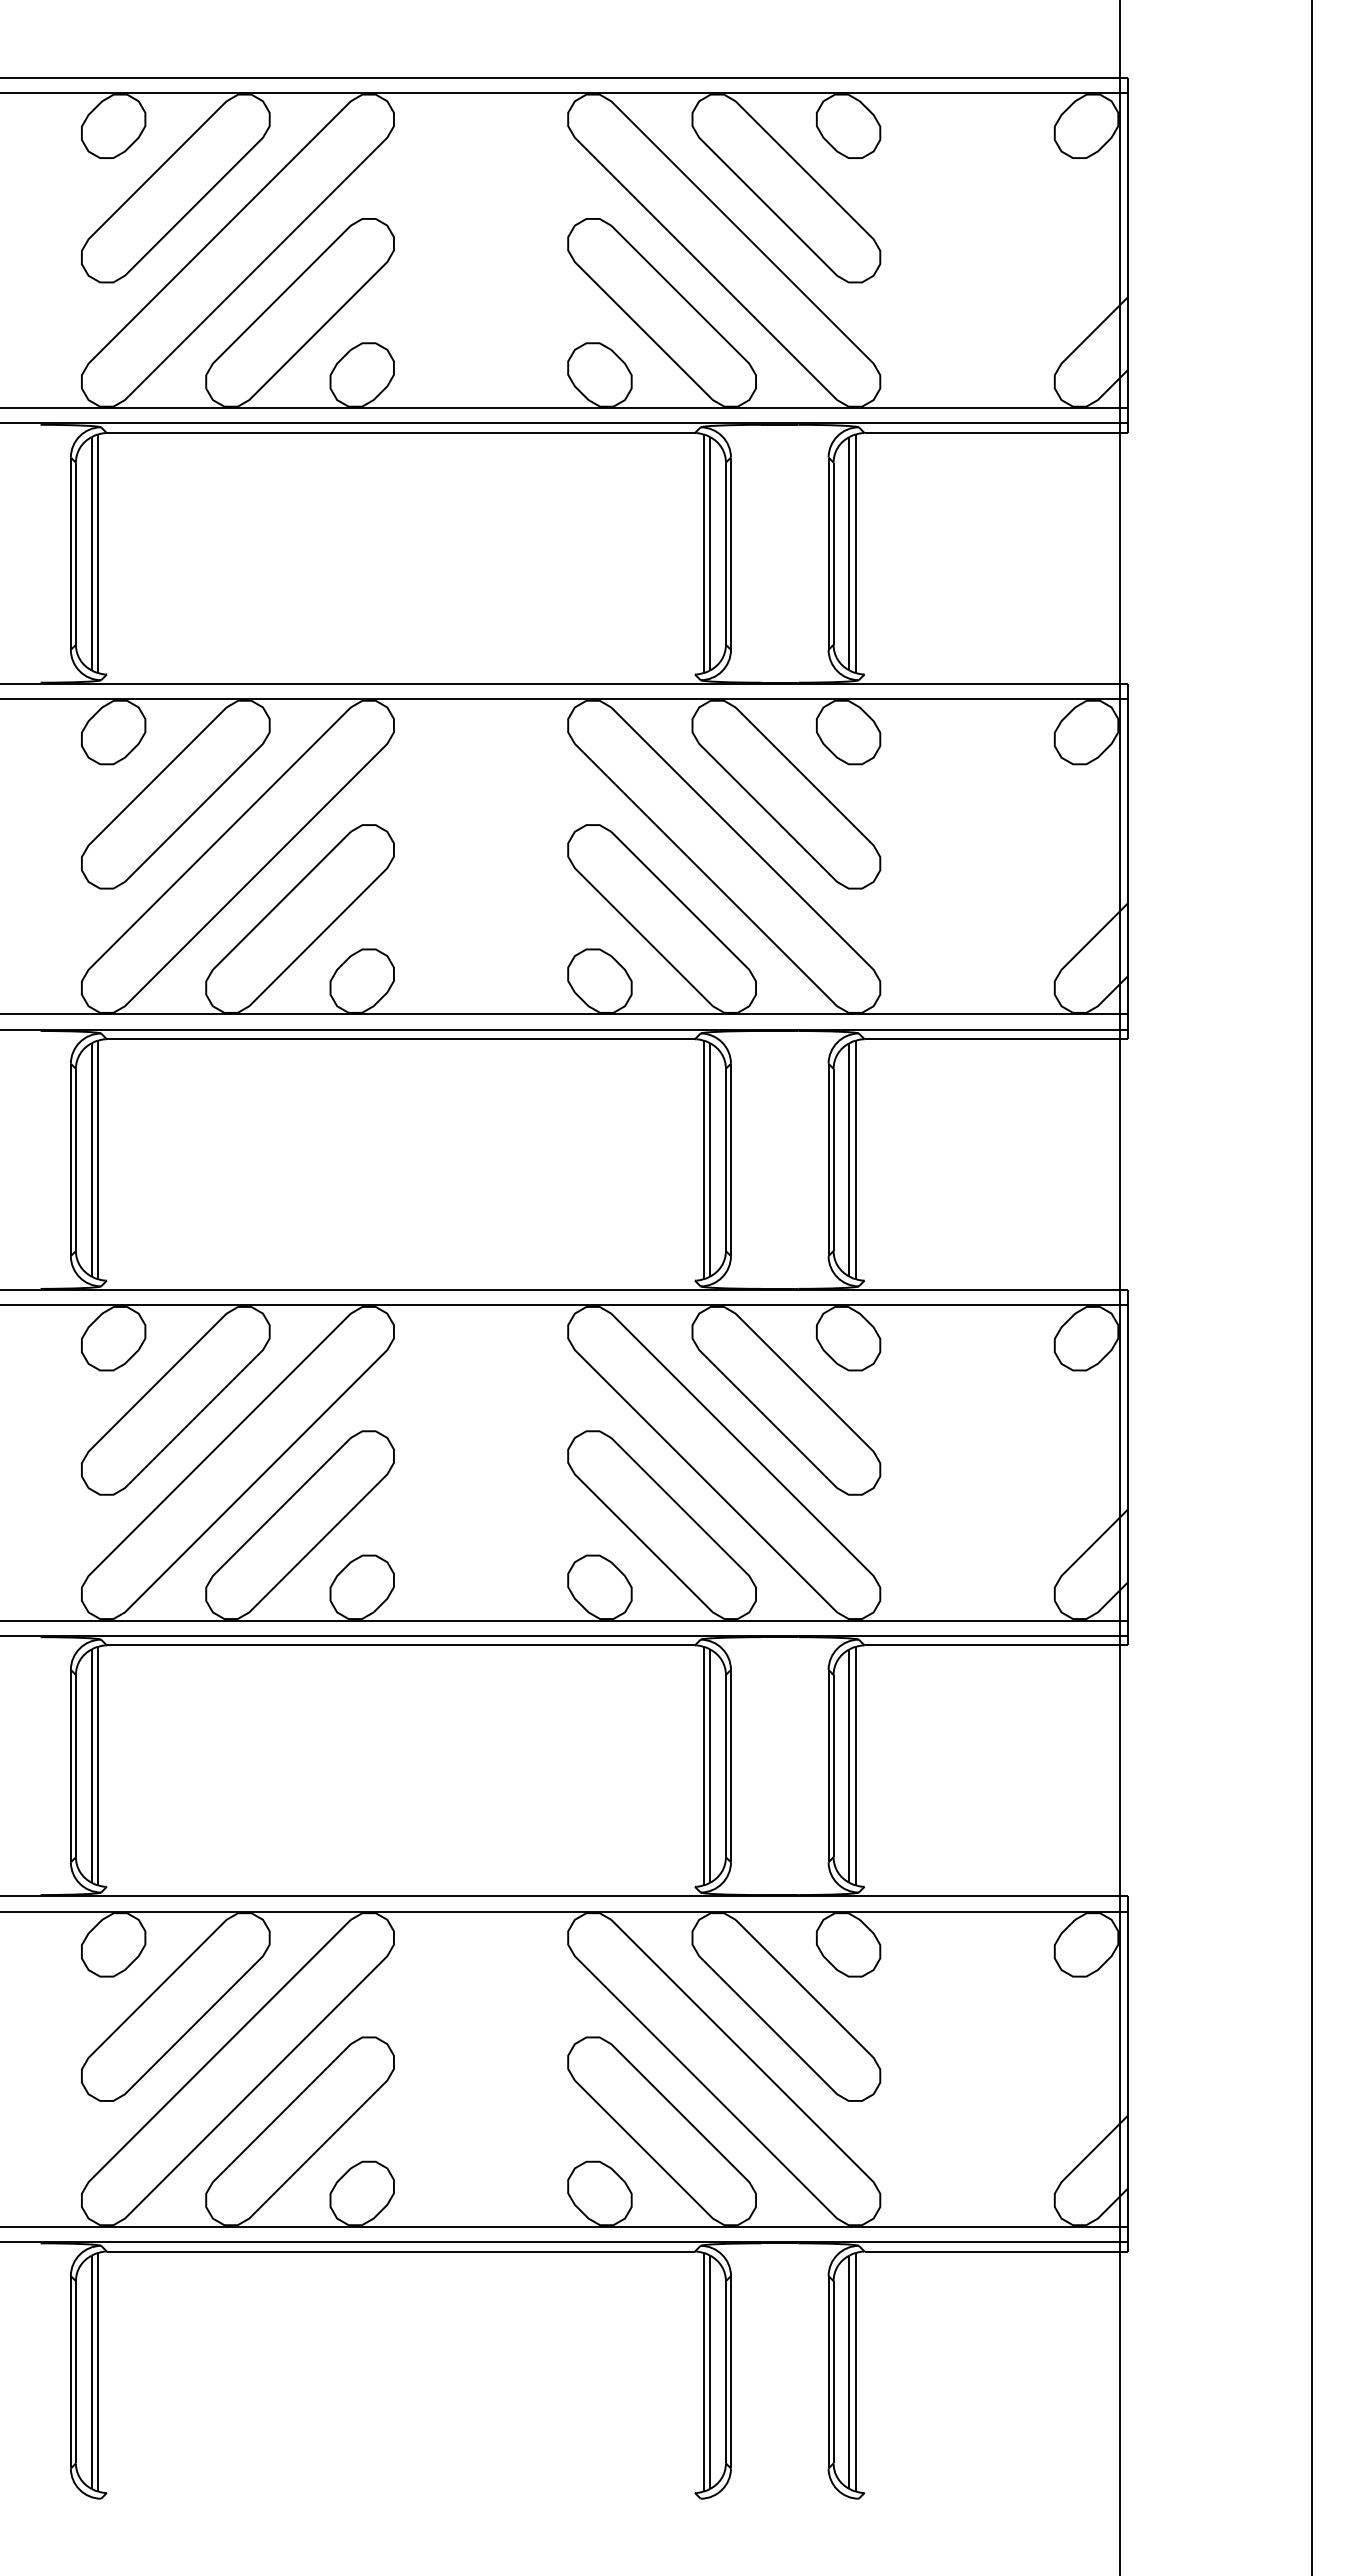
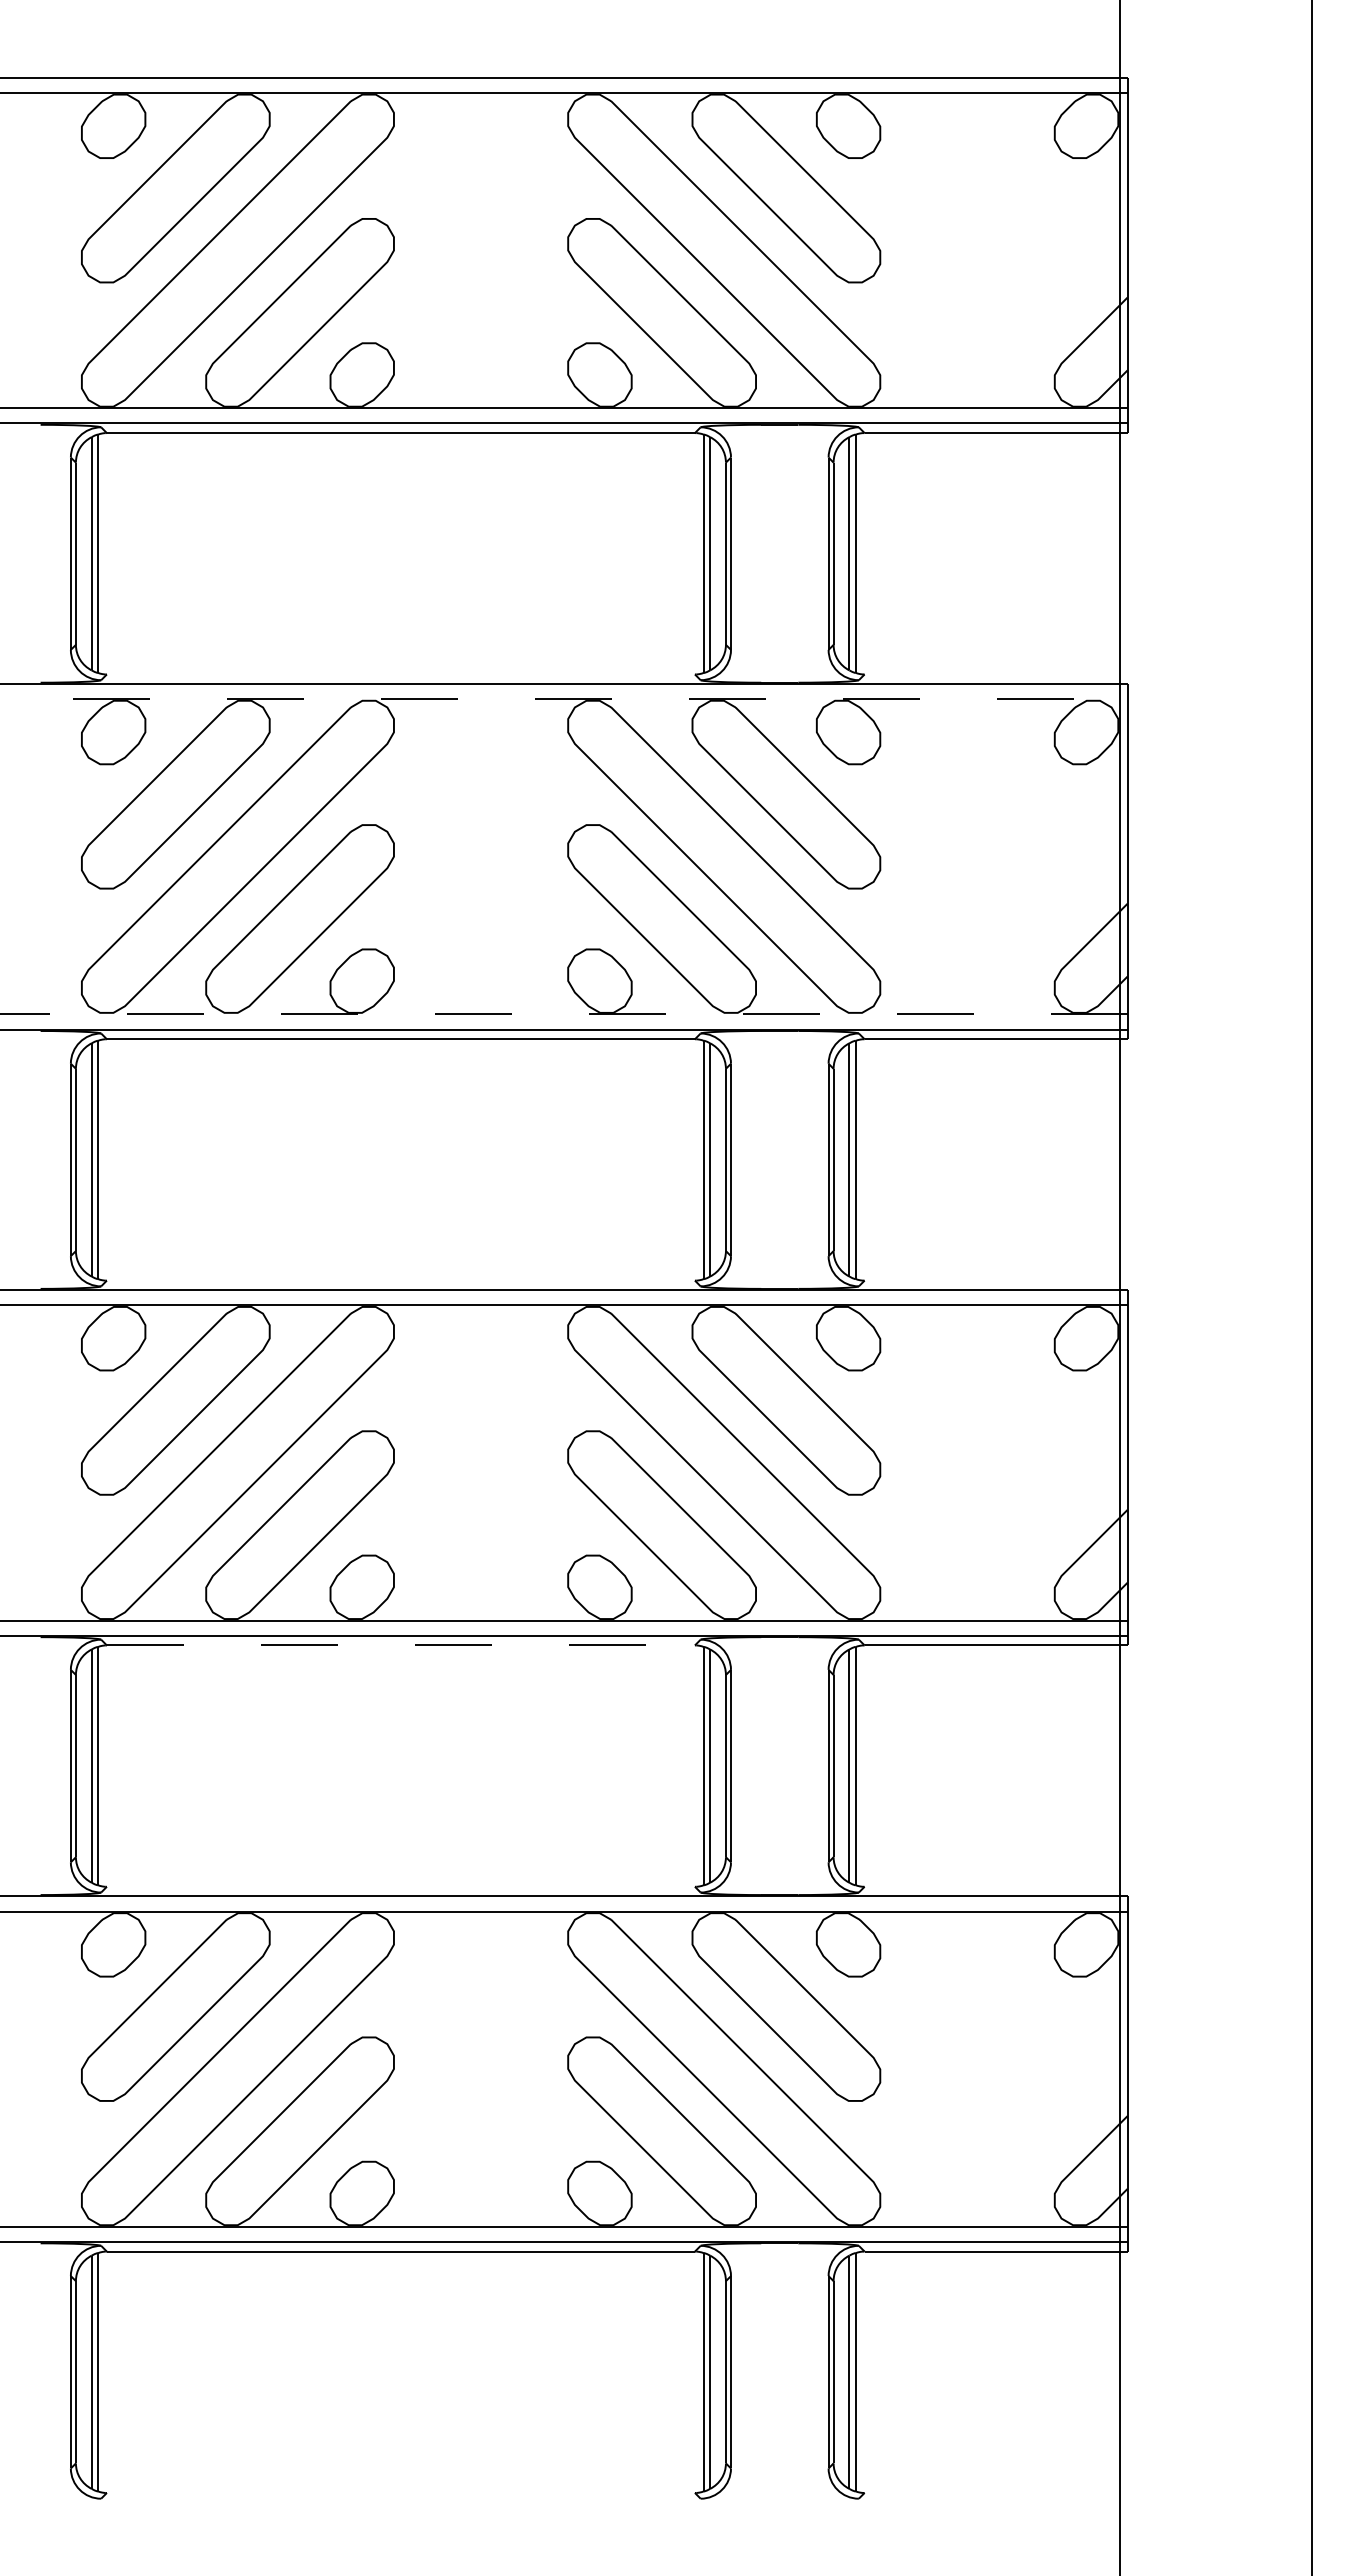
line at (0, 699): solid -> dashed
line at (401, 1645): solid -> dashed
